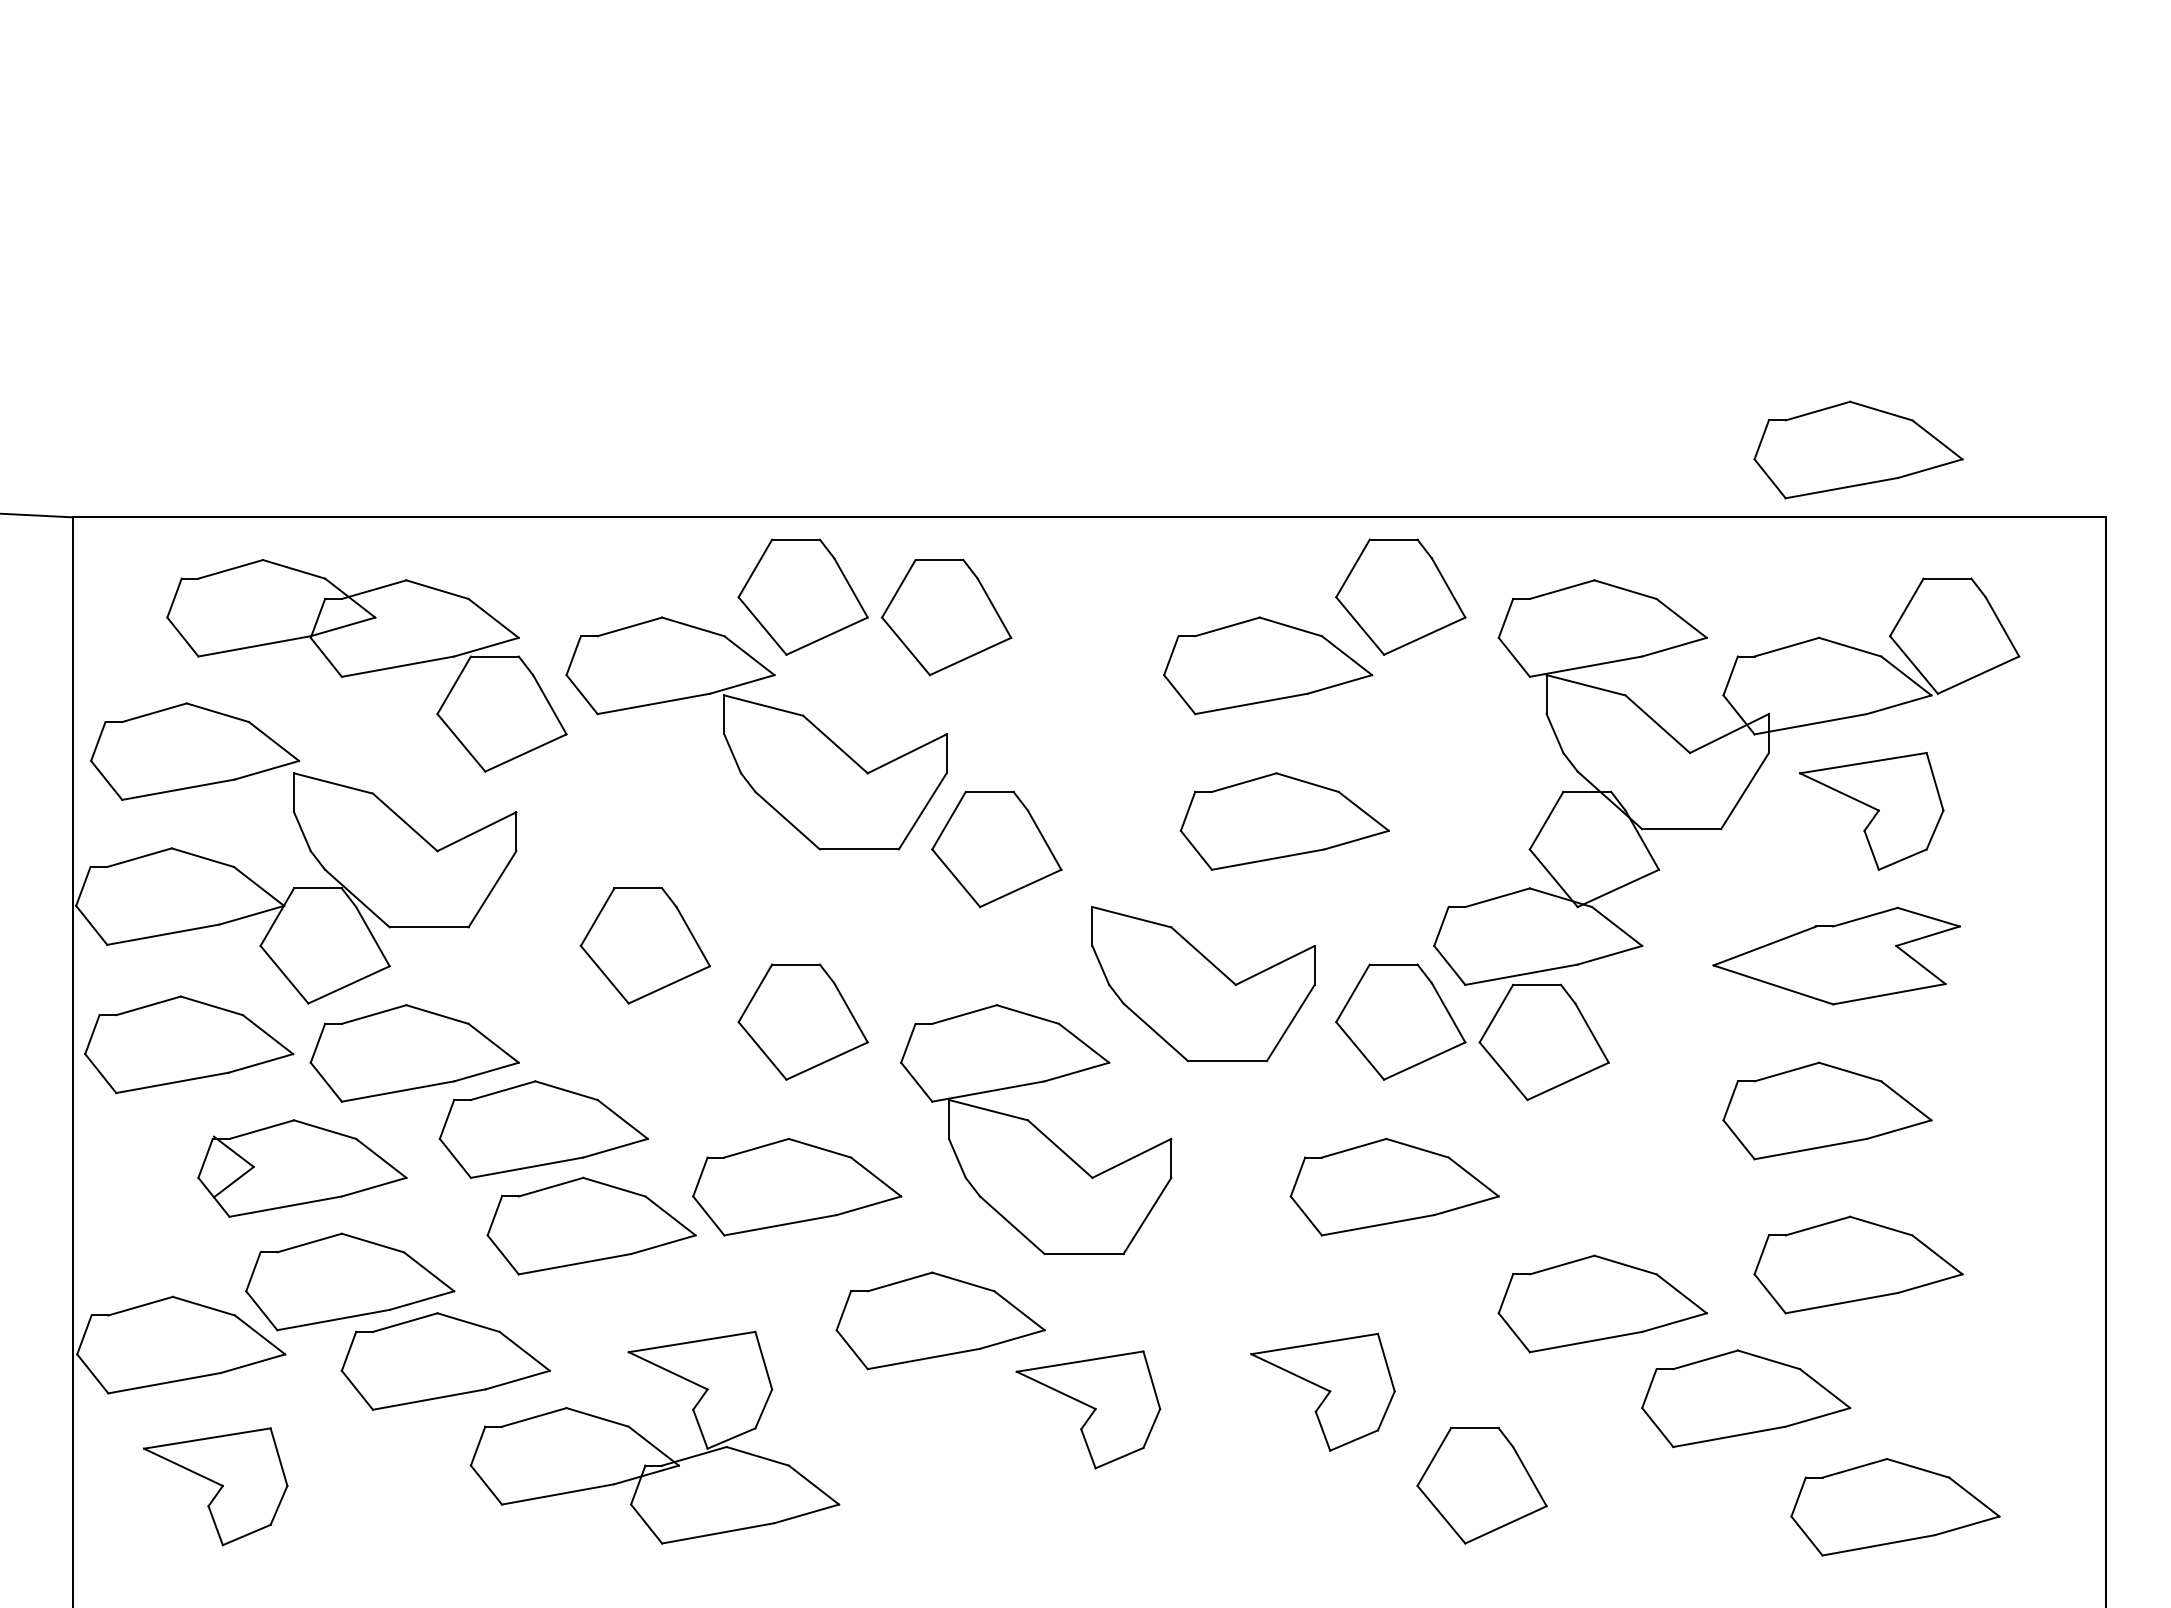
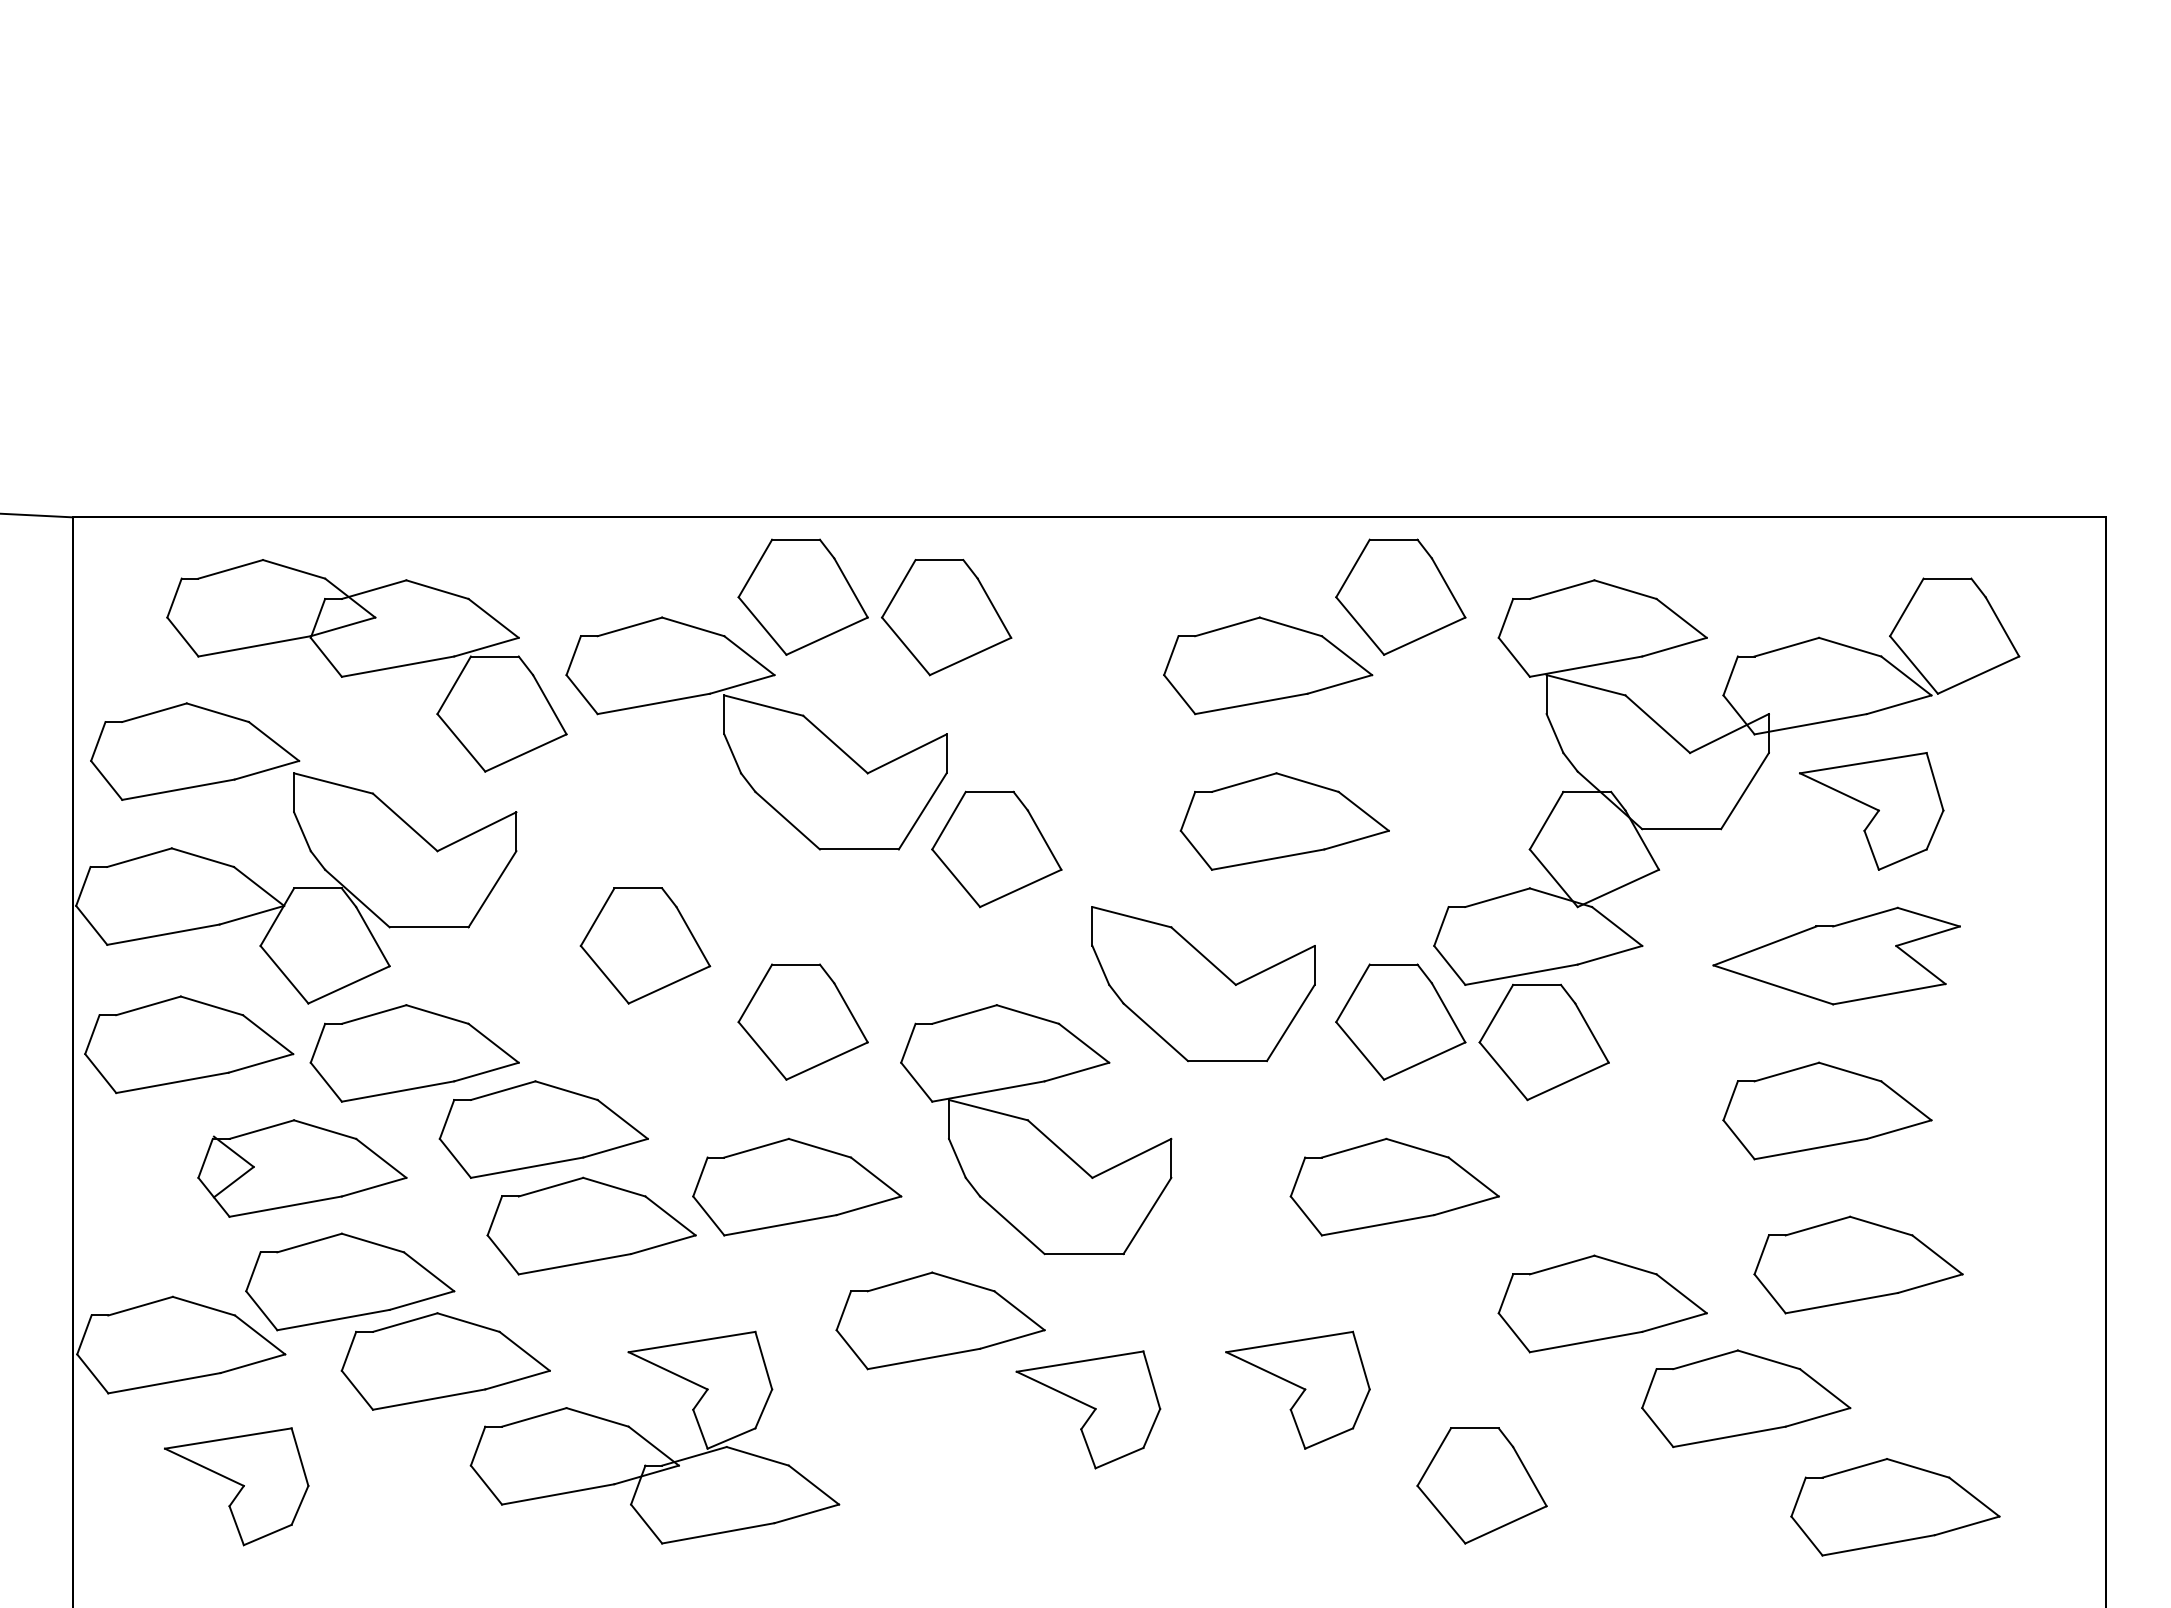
part at (1858, 449): present -> none
part at (1322, 1391) position: (1322, 1391) -> (1297, 1389)
part at (215, 1486) position: (215, 1486) -> (236, 1486)
